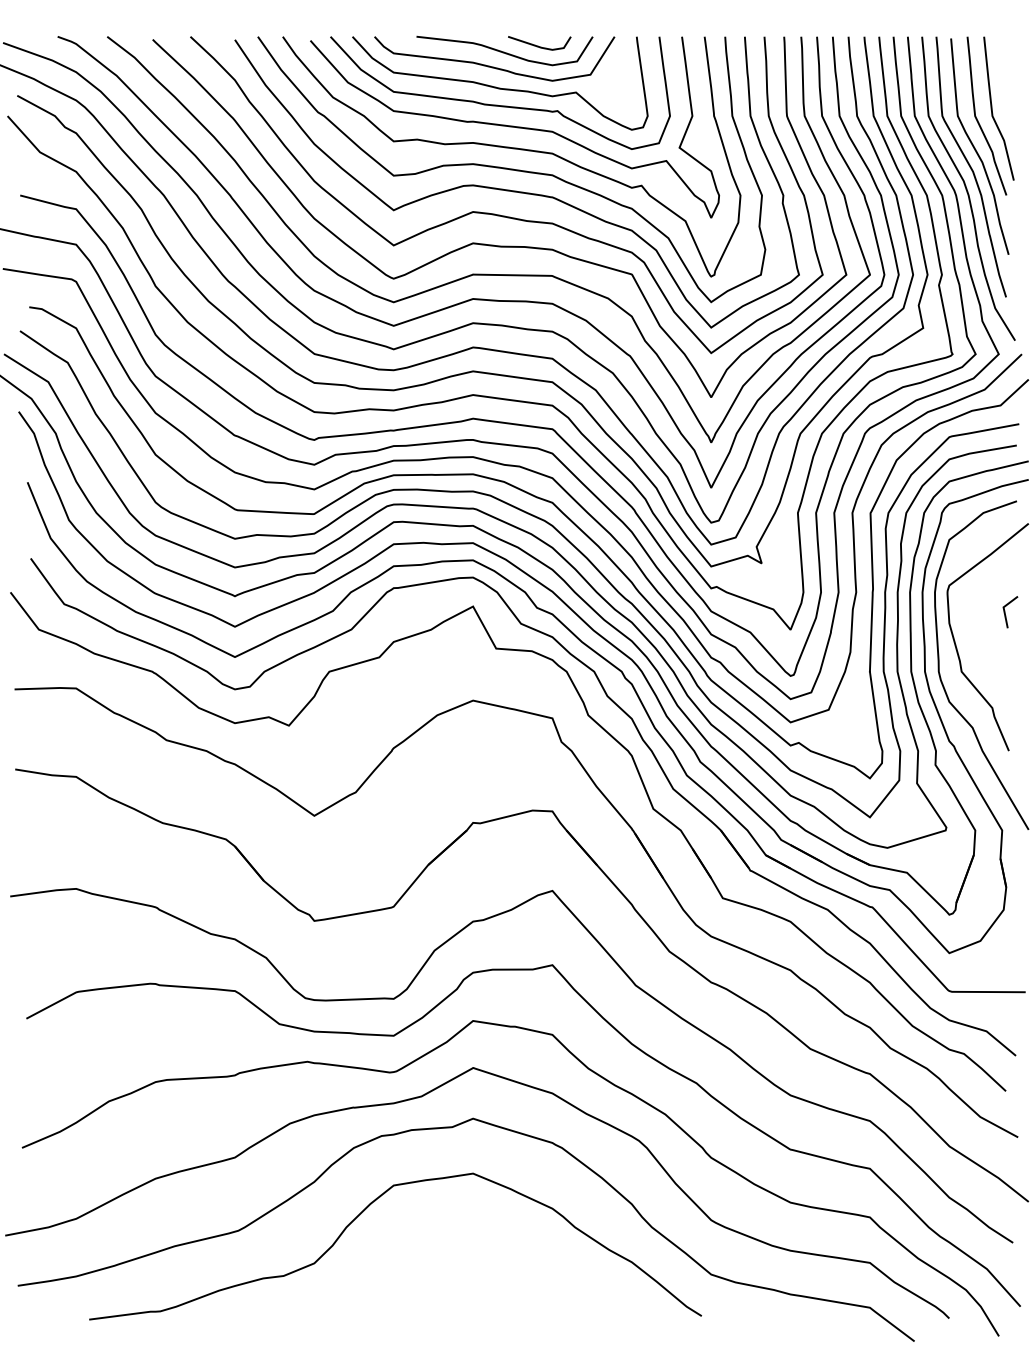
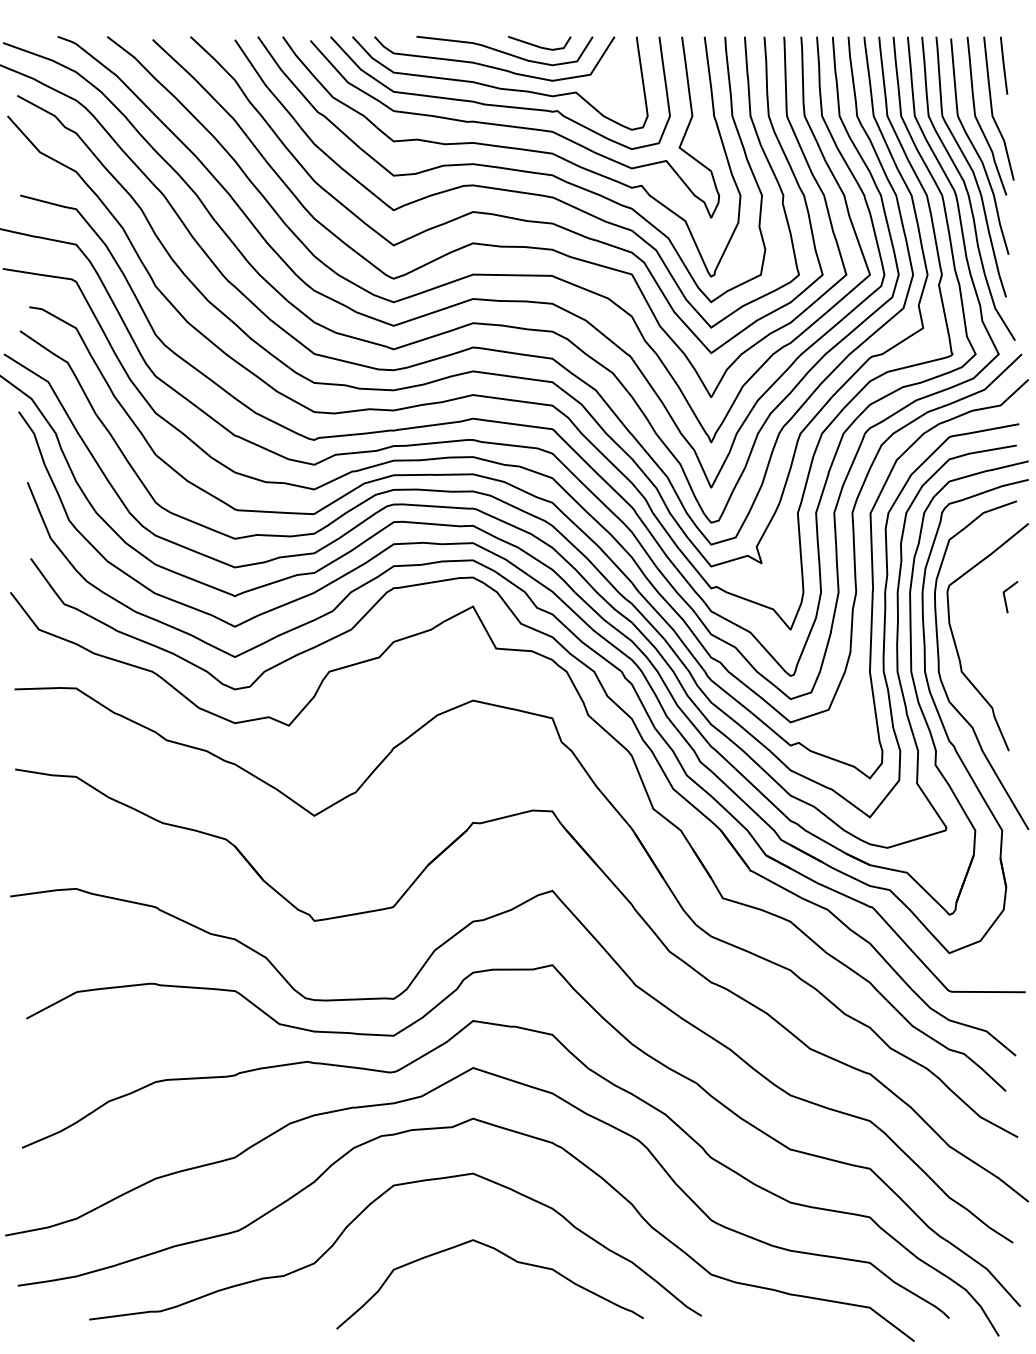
line at (1004, 65): none -> present
line at (1005, 612) position: (1005, 612) -> (1005, 597)
curve at (507, 1257): none -> present
